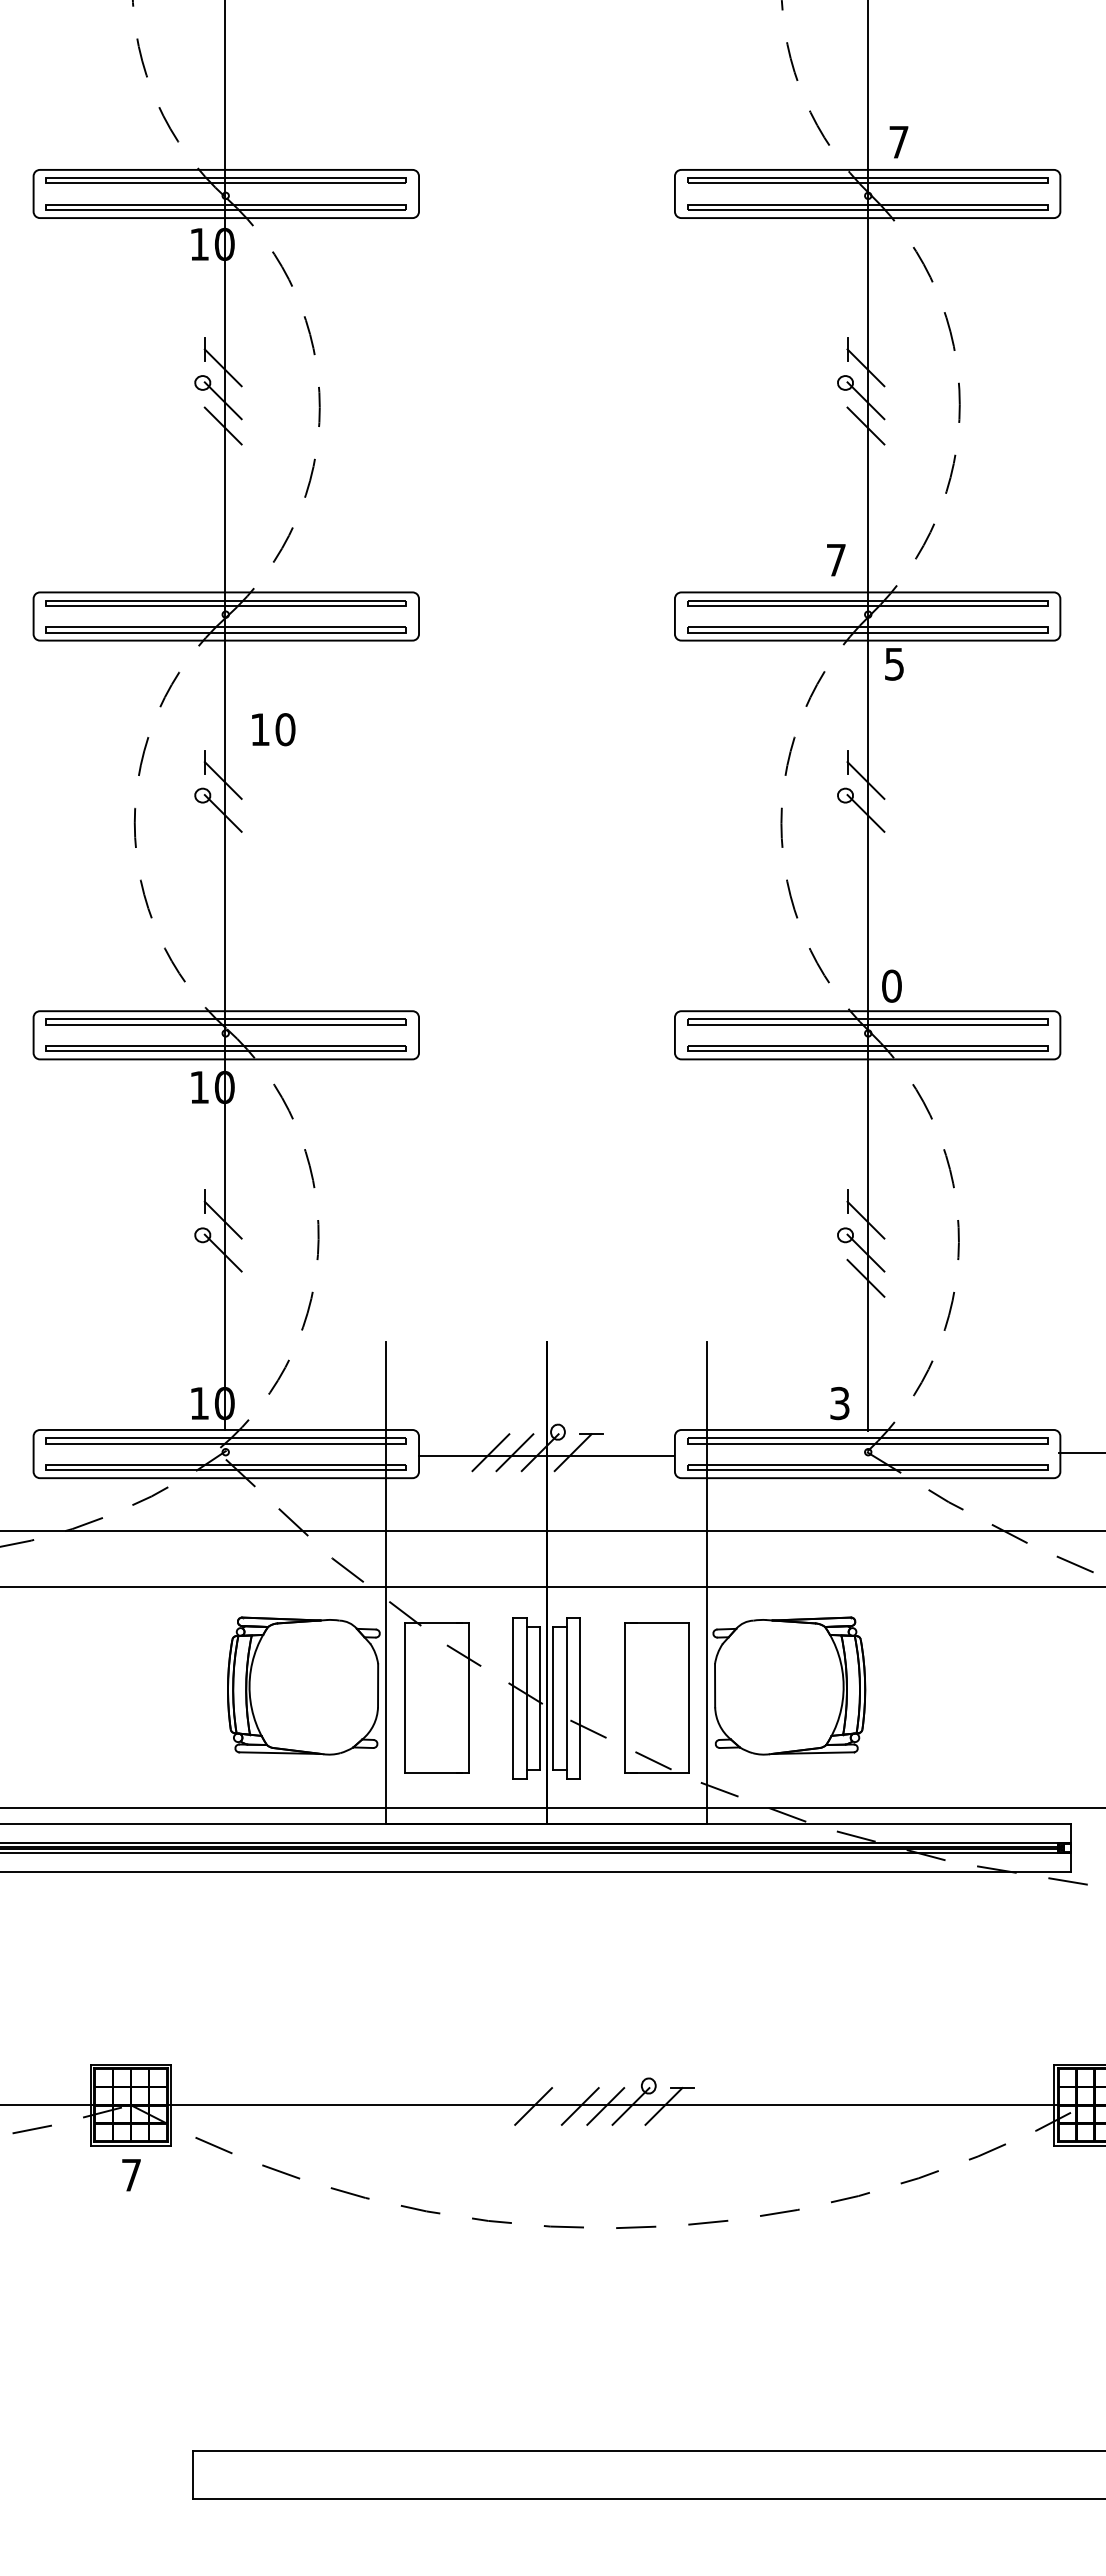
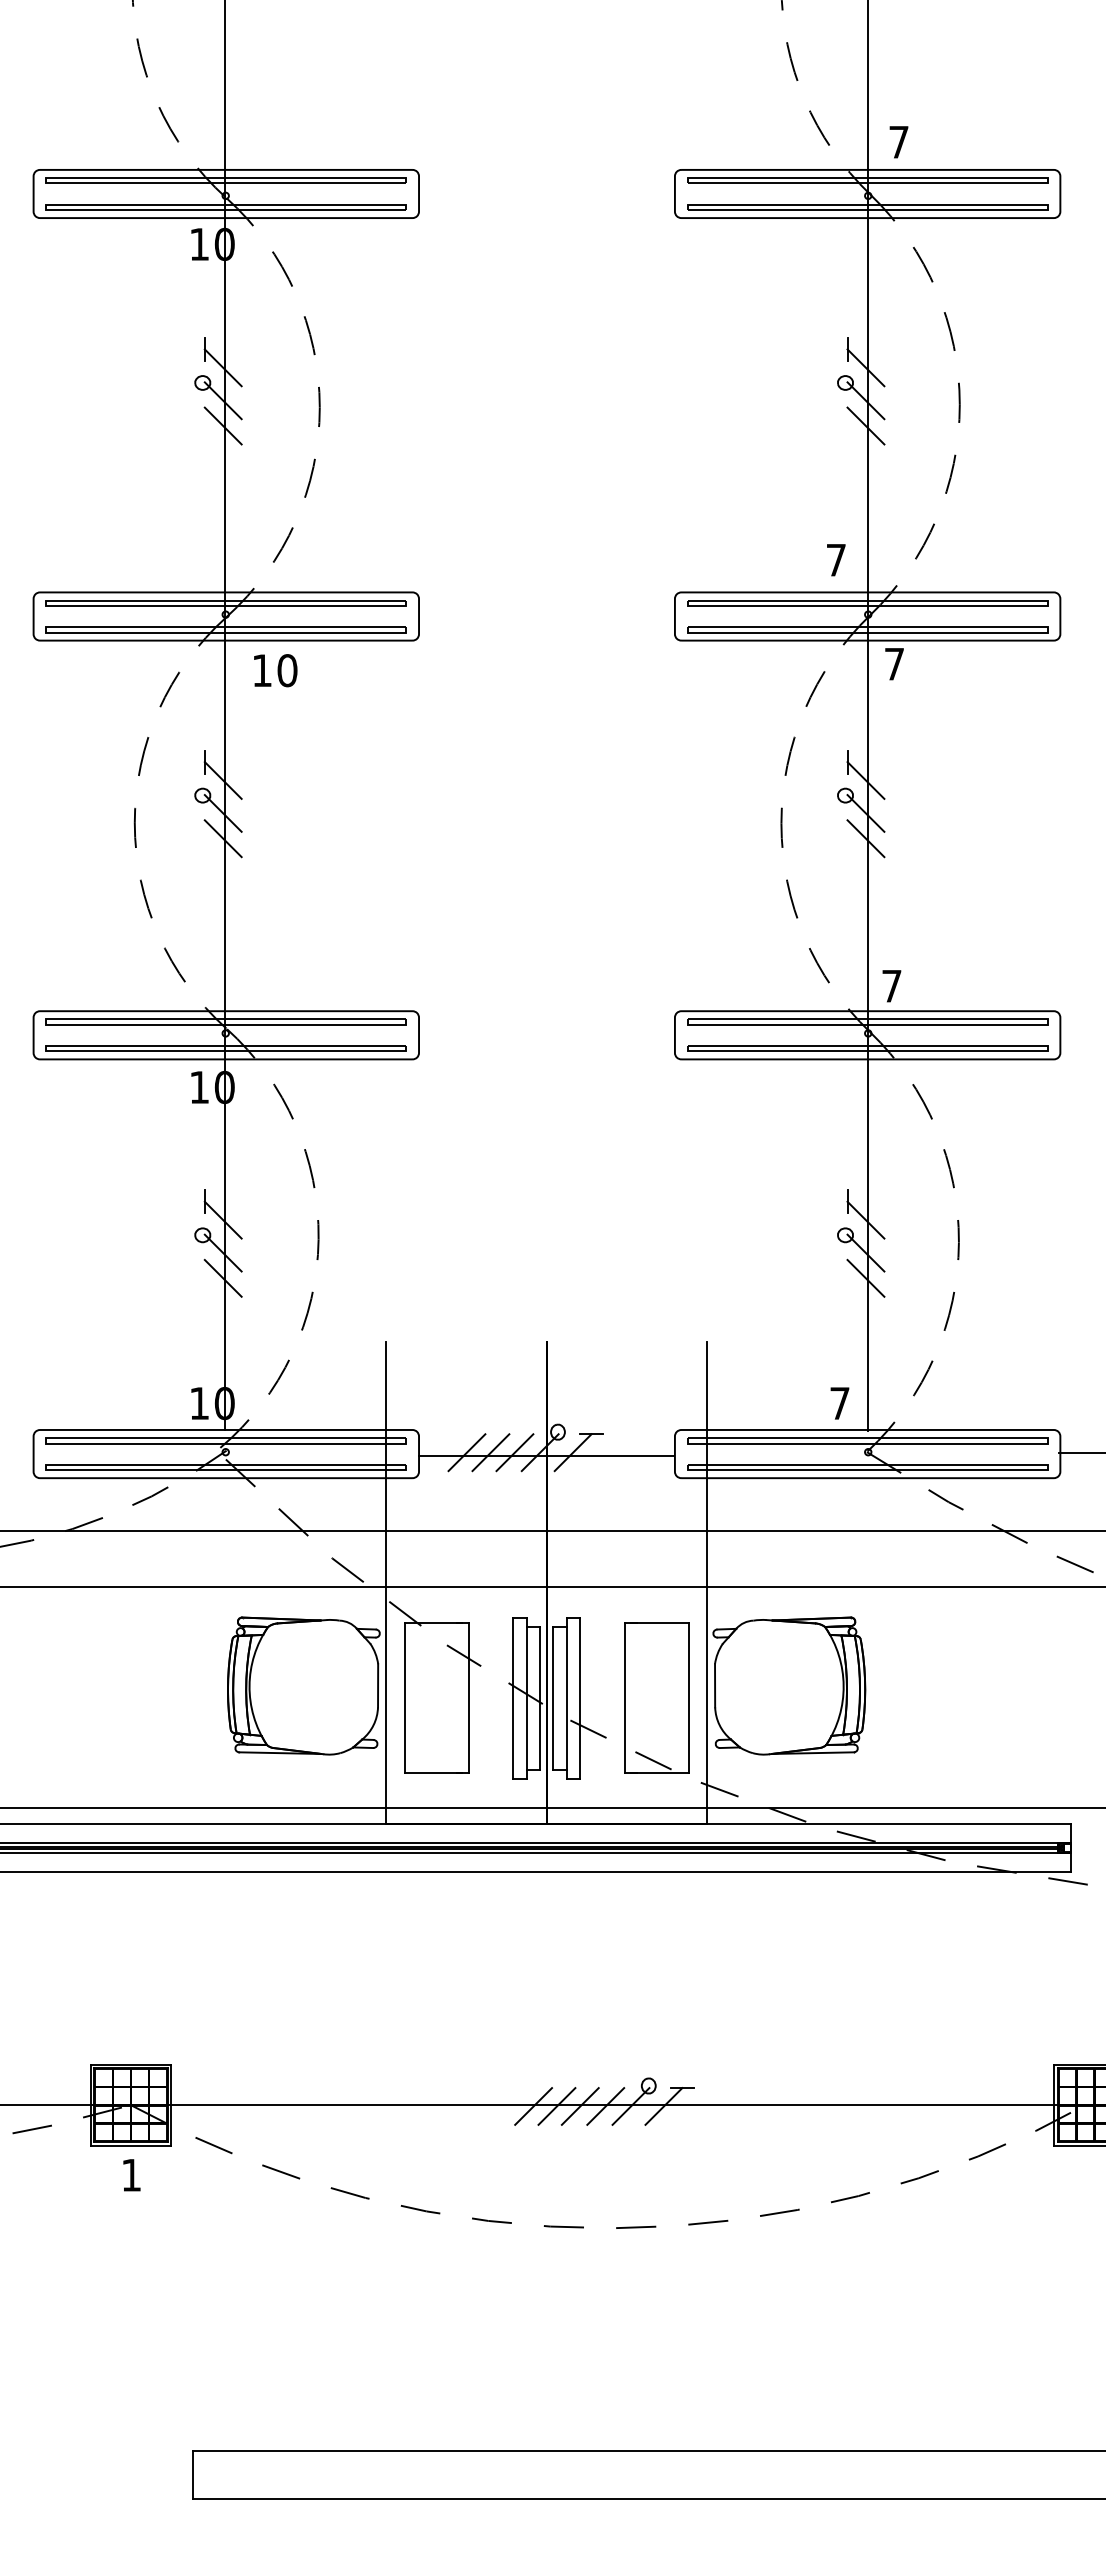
text at (894, 664): 5 -> 7
text at (273, 729) position: (273, 729) -> (275, 670)
line at (222, 838): none -> present
line at (865, 838): none -> present
text at (891, 985): 0 -> 7
line at (222, 1277): none -> present
text at (839, 1403): 3 -> 7
line at (466, 1452): none -> present
line at (556, 2106): none -> present
text at (131, 2175): 7 -> 1
